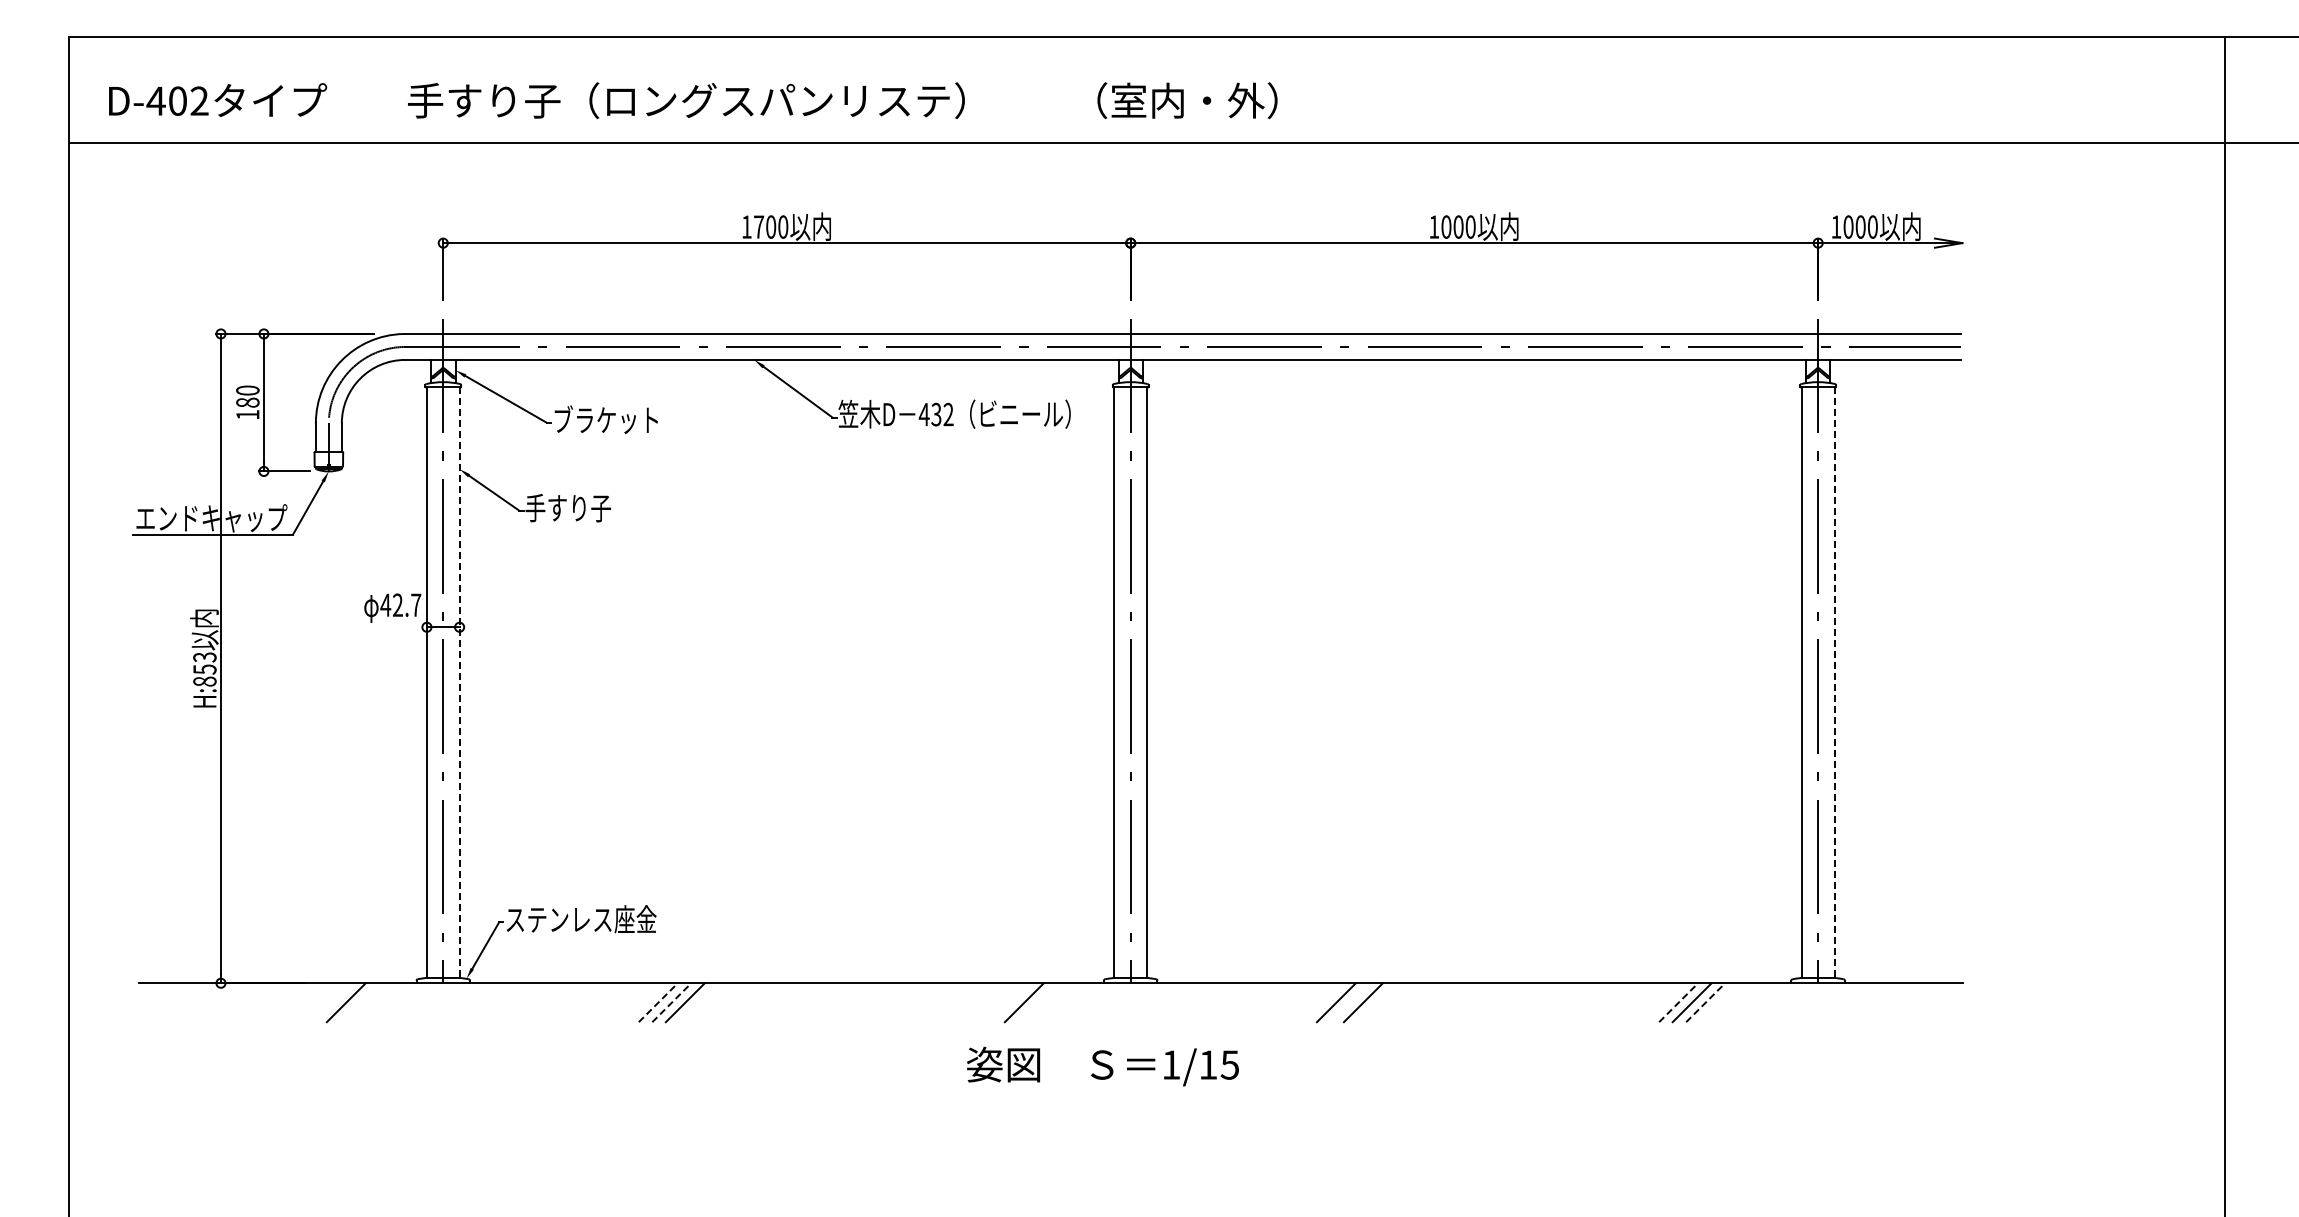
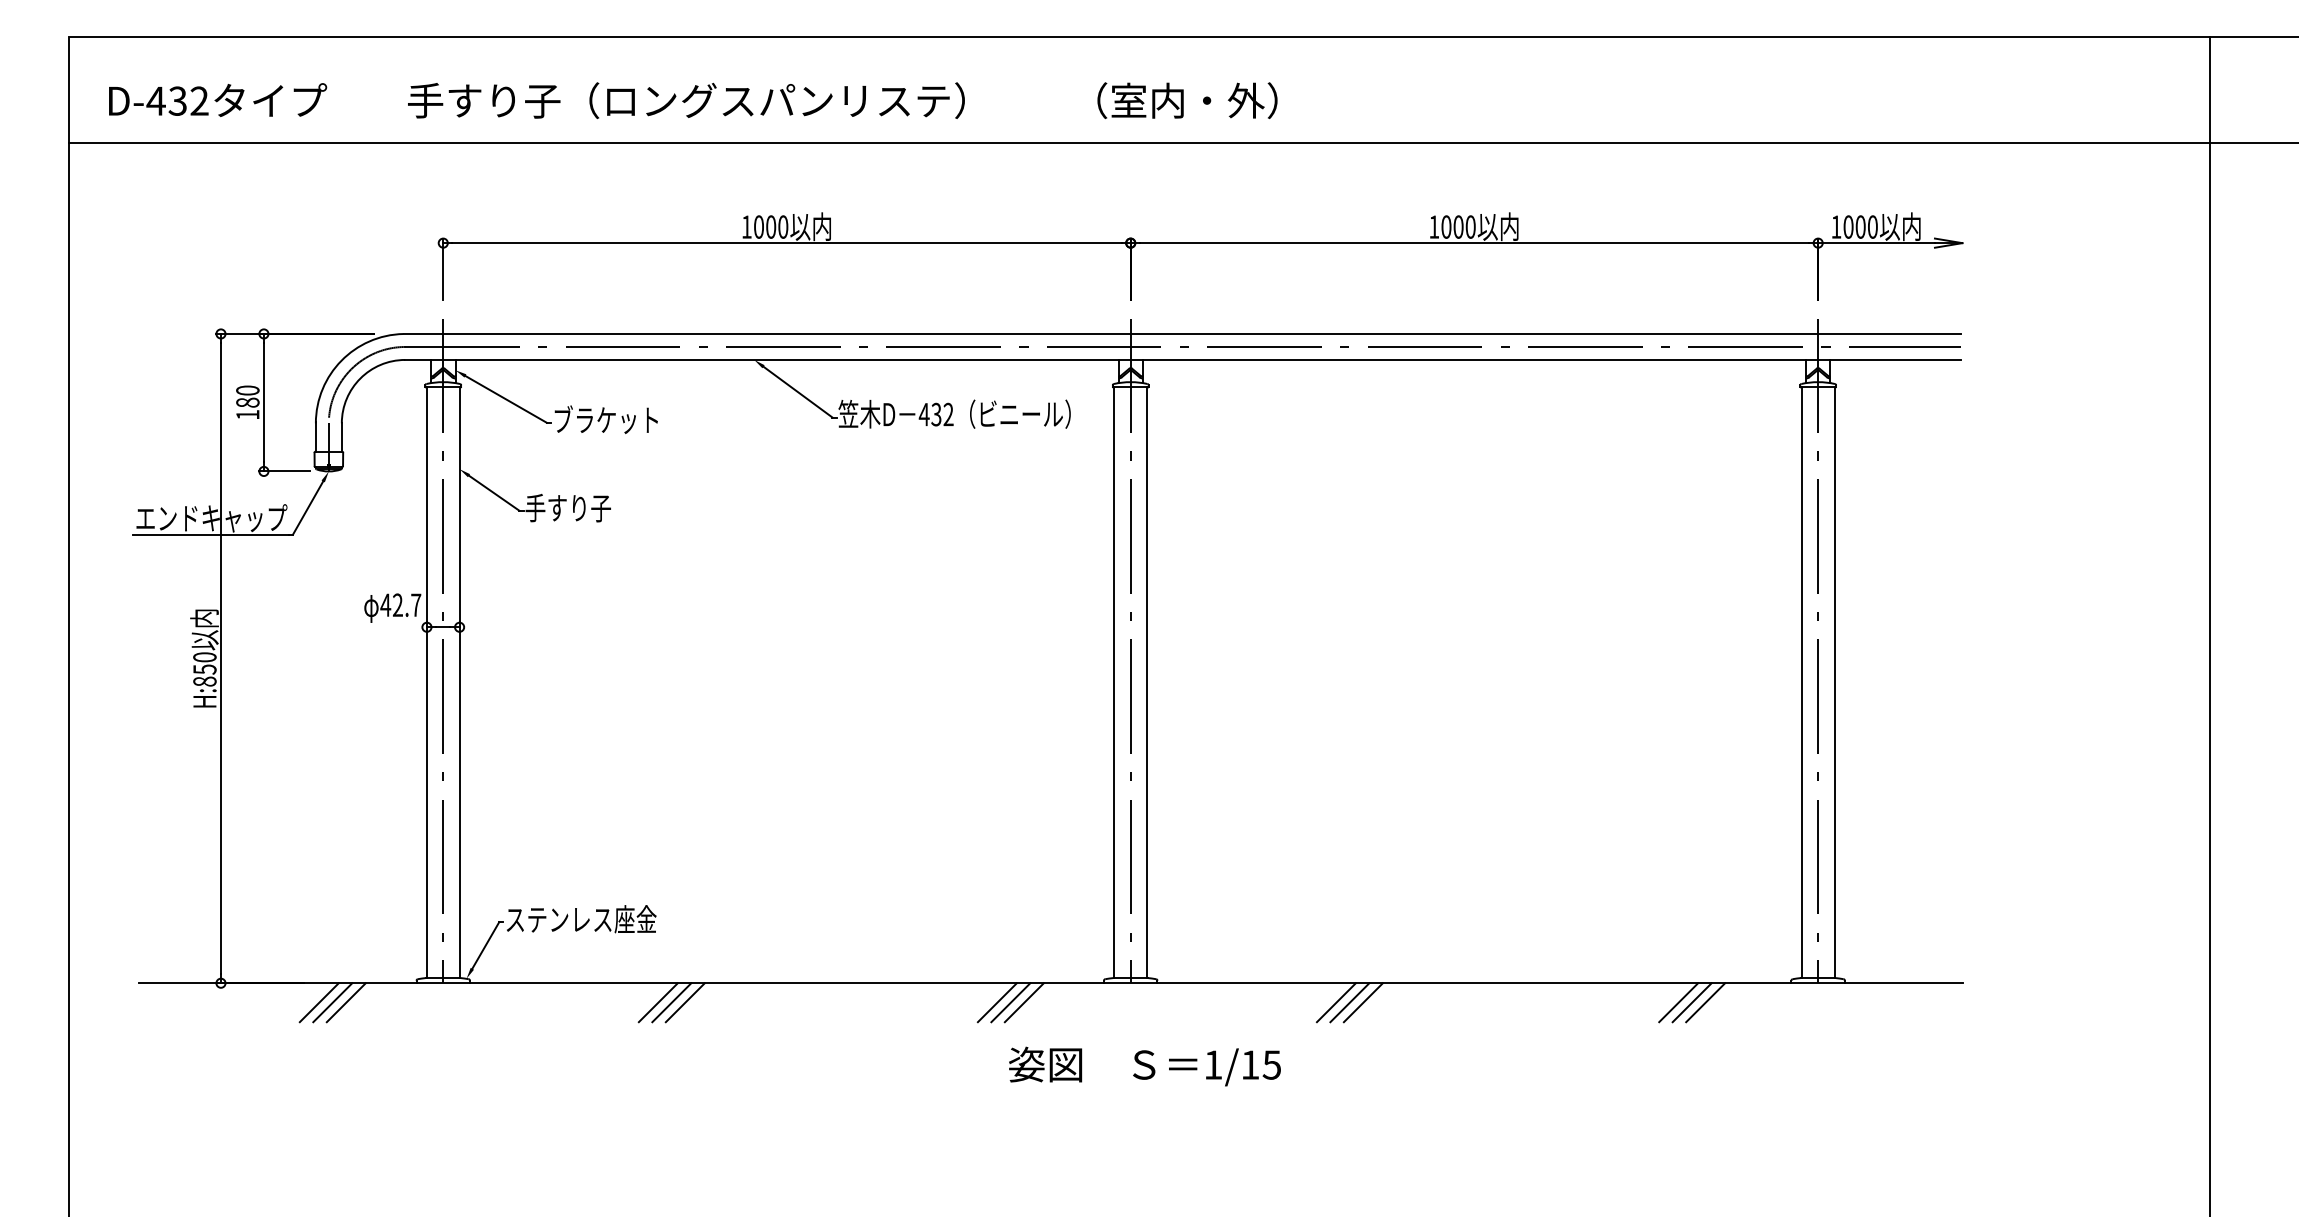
text at (177, 100): D-402 -> D-432
text at (759, 226): 1700 -> 1000
line at (2224, 624) position: (2224, 624) -> (2209, 624)
text at (204, 657): H:853 -> H:850
line at (459, 683): dashed -> solid
line at (1834, 683): dashed -> solid
line at (318, 1002): none -> present
line at (332, 1002): none -> present
line at (658, 1002): dashed -> solid
line at (671, 1002): dashed -> solid
line at (996, 1002): none -> present
line at (1010, 1002): none -> present
line at (1349, 1002): none -> present
line at (1678, 1002): dashed -> solid
line at (1705, 1002): dashed -> solid
text at (1102, 1066) position: (1102, 1066) -> (1144, 1066)
